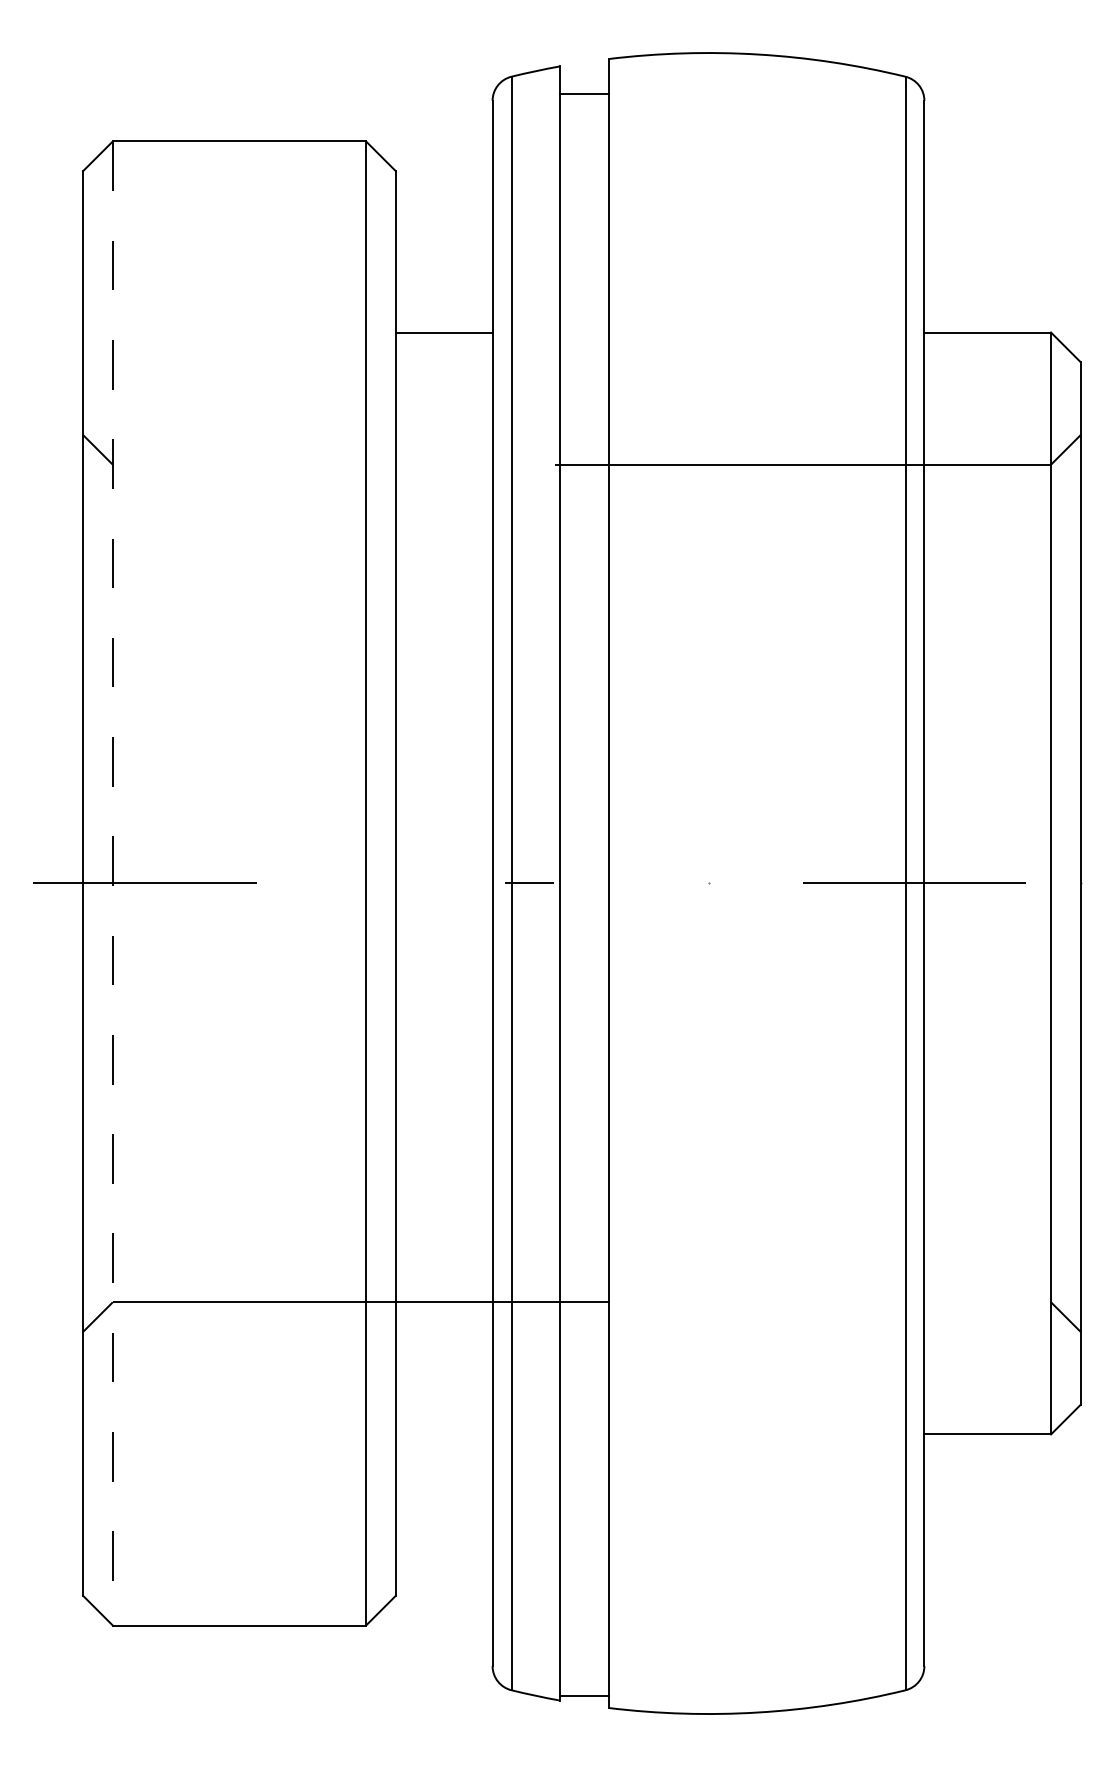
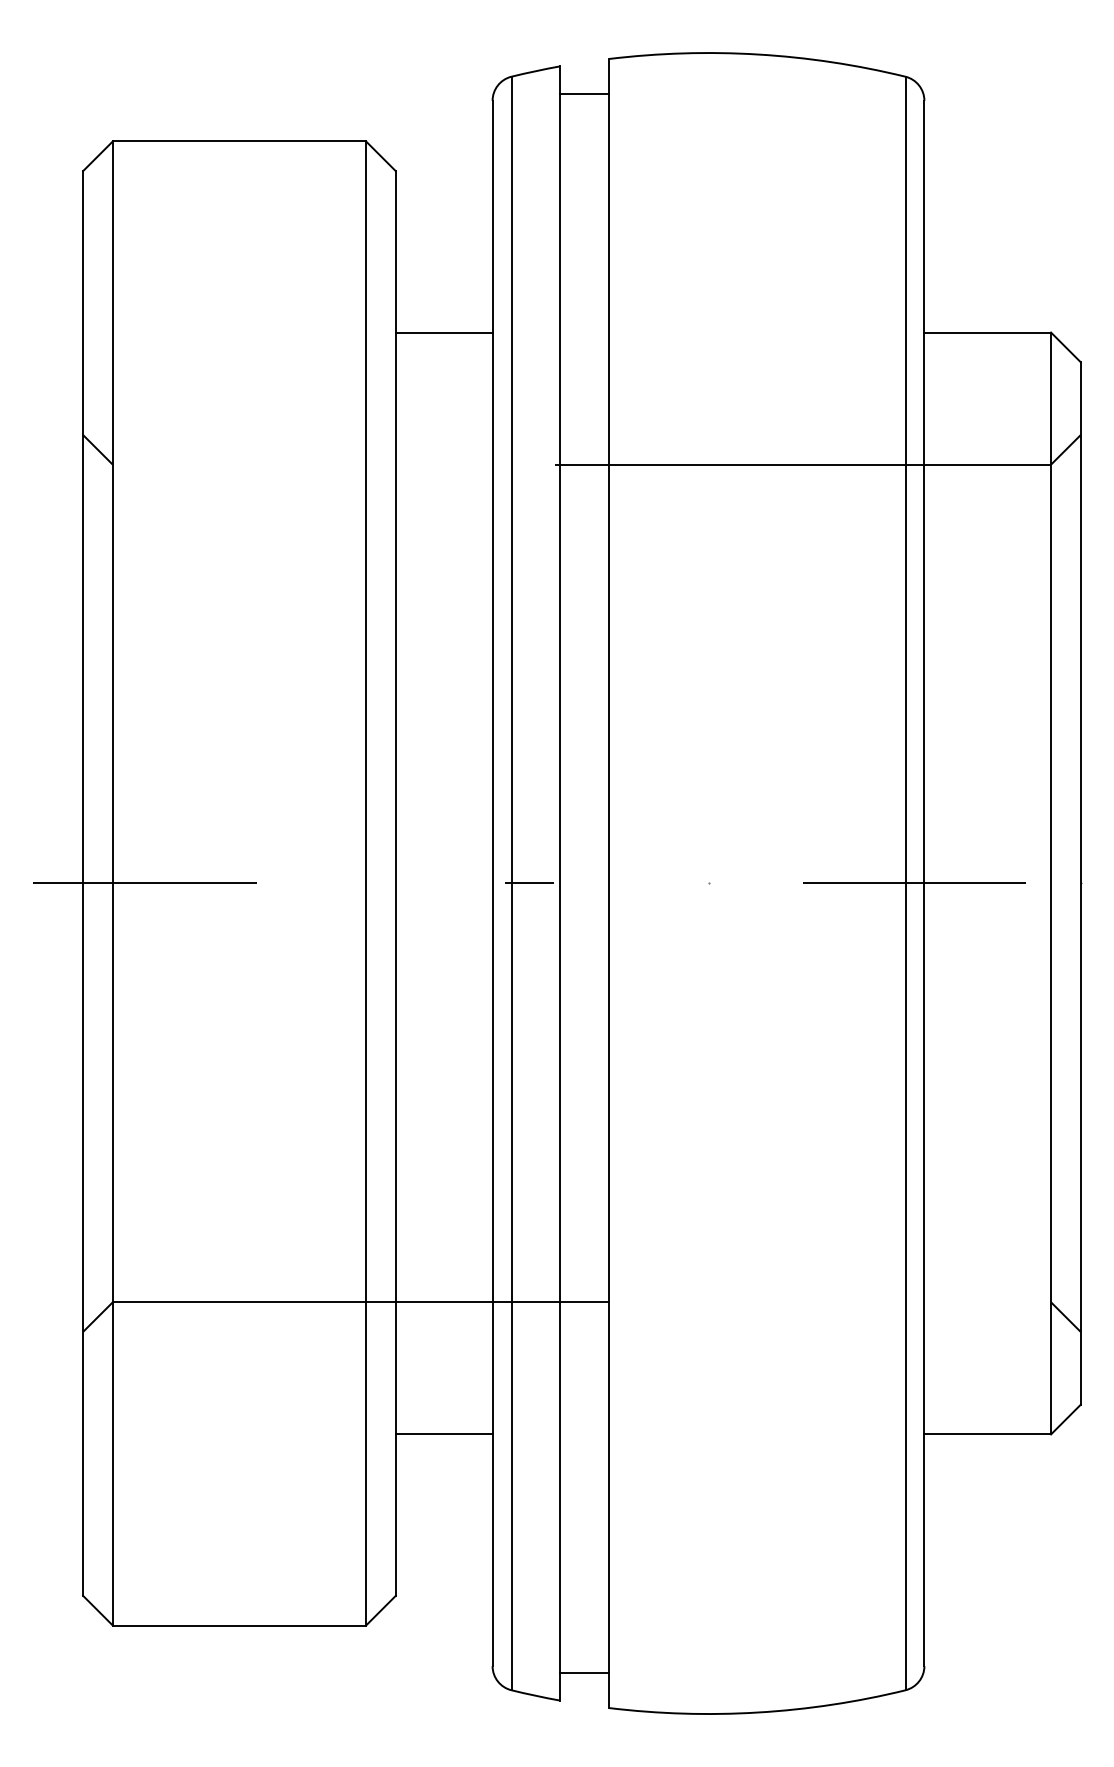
line at (112, 883): dashed -> solid
line at (443, 1434): none -> present
line at (584, 1695) position: (584, 1695) -> (584, 1672)
